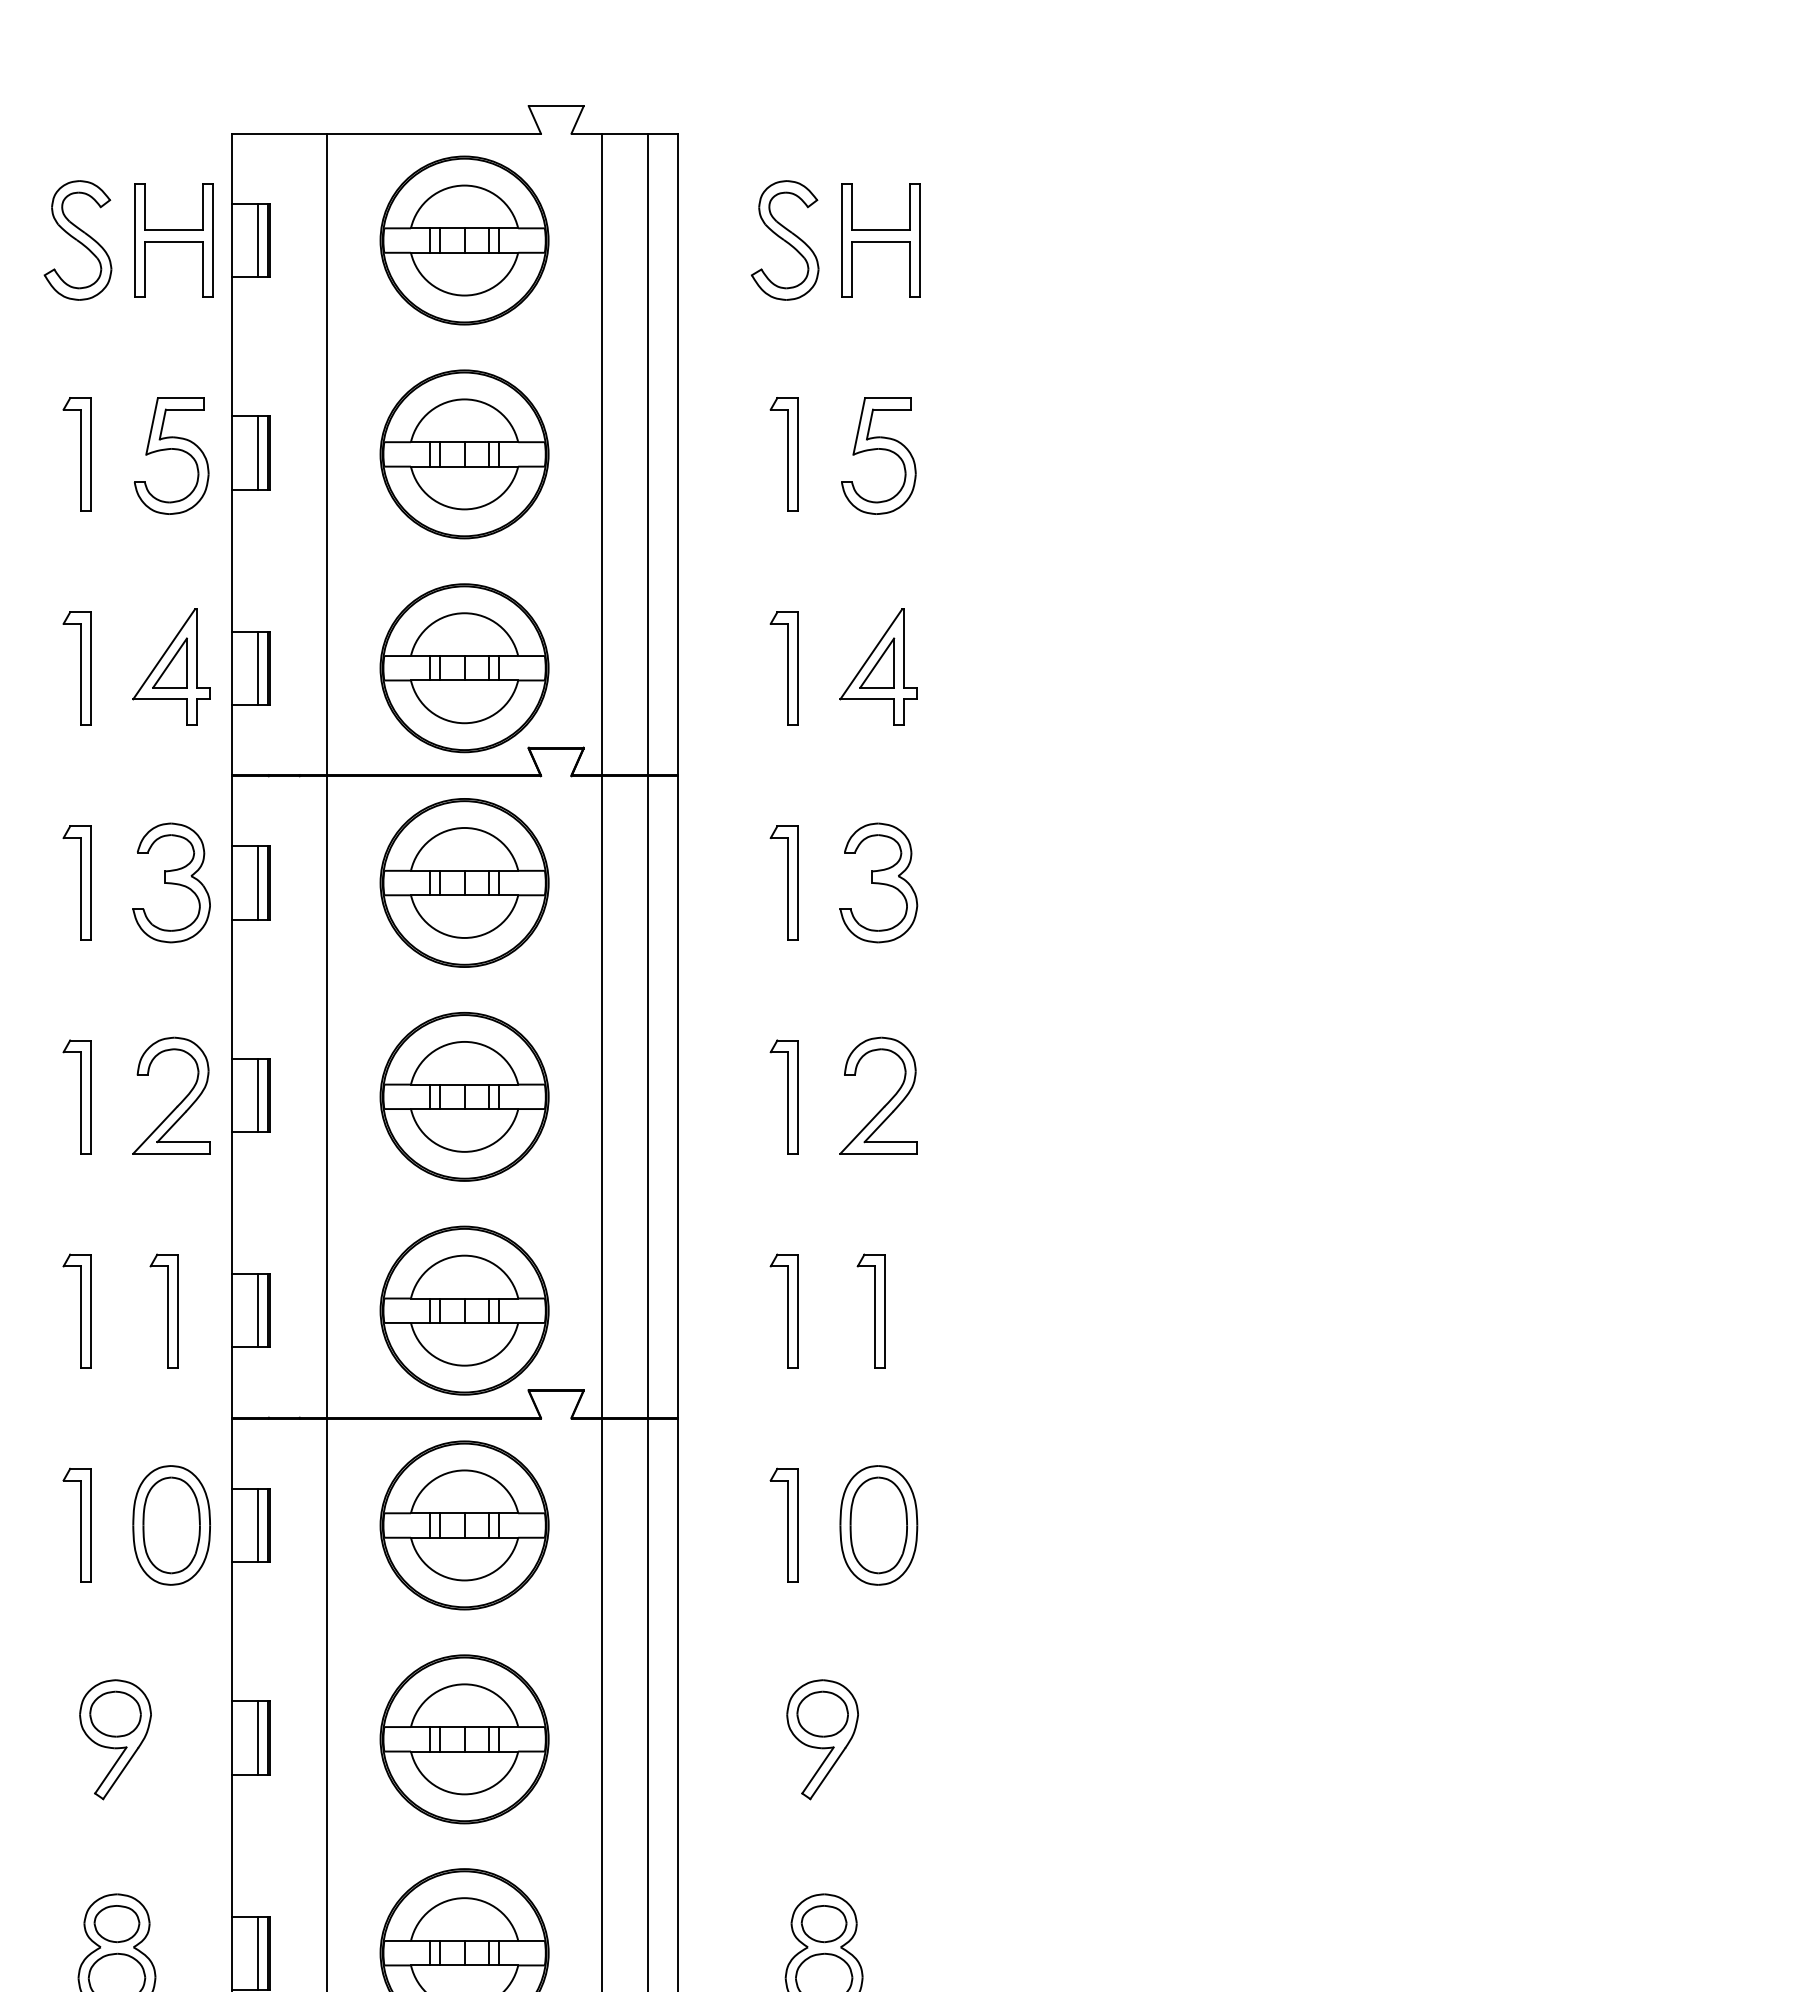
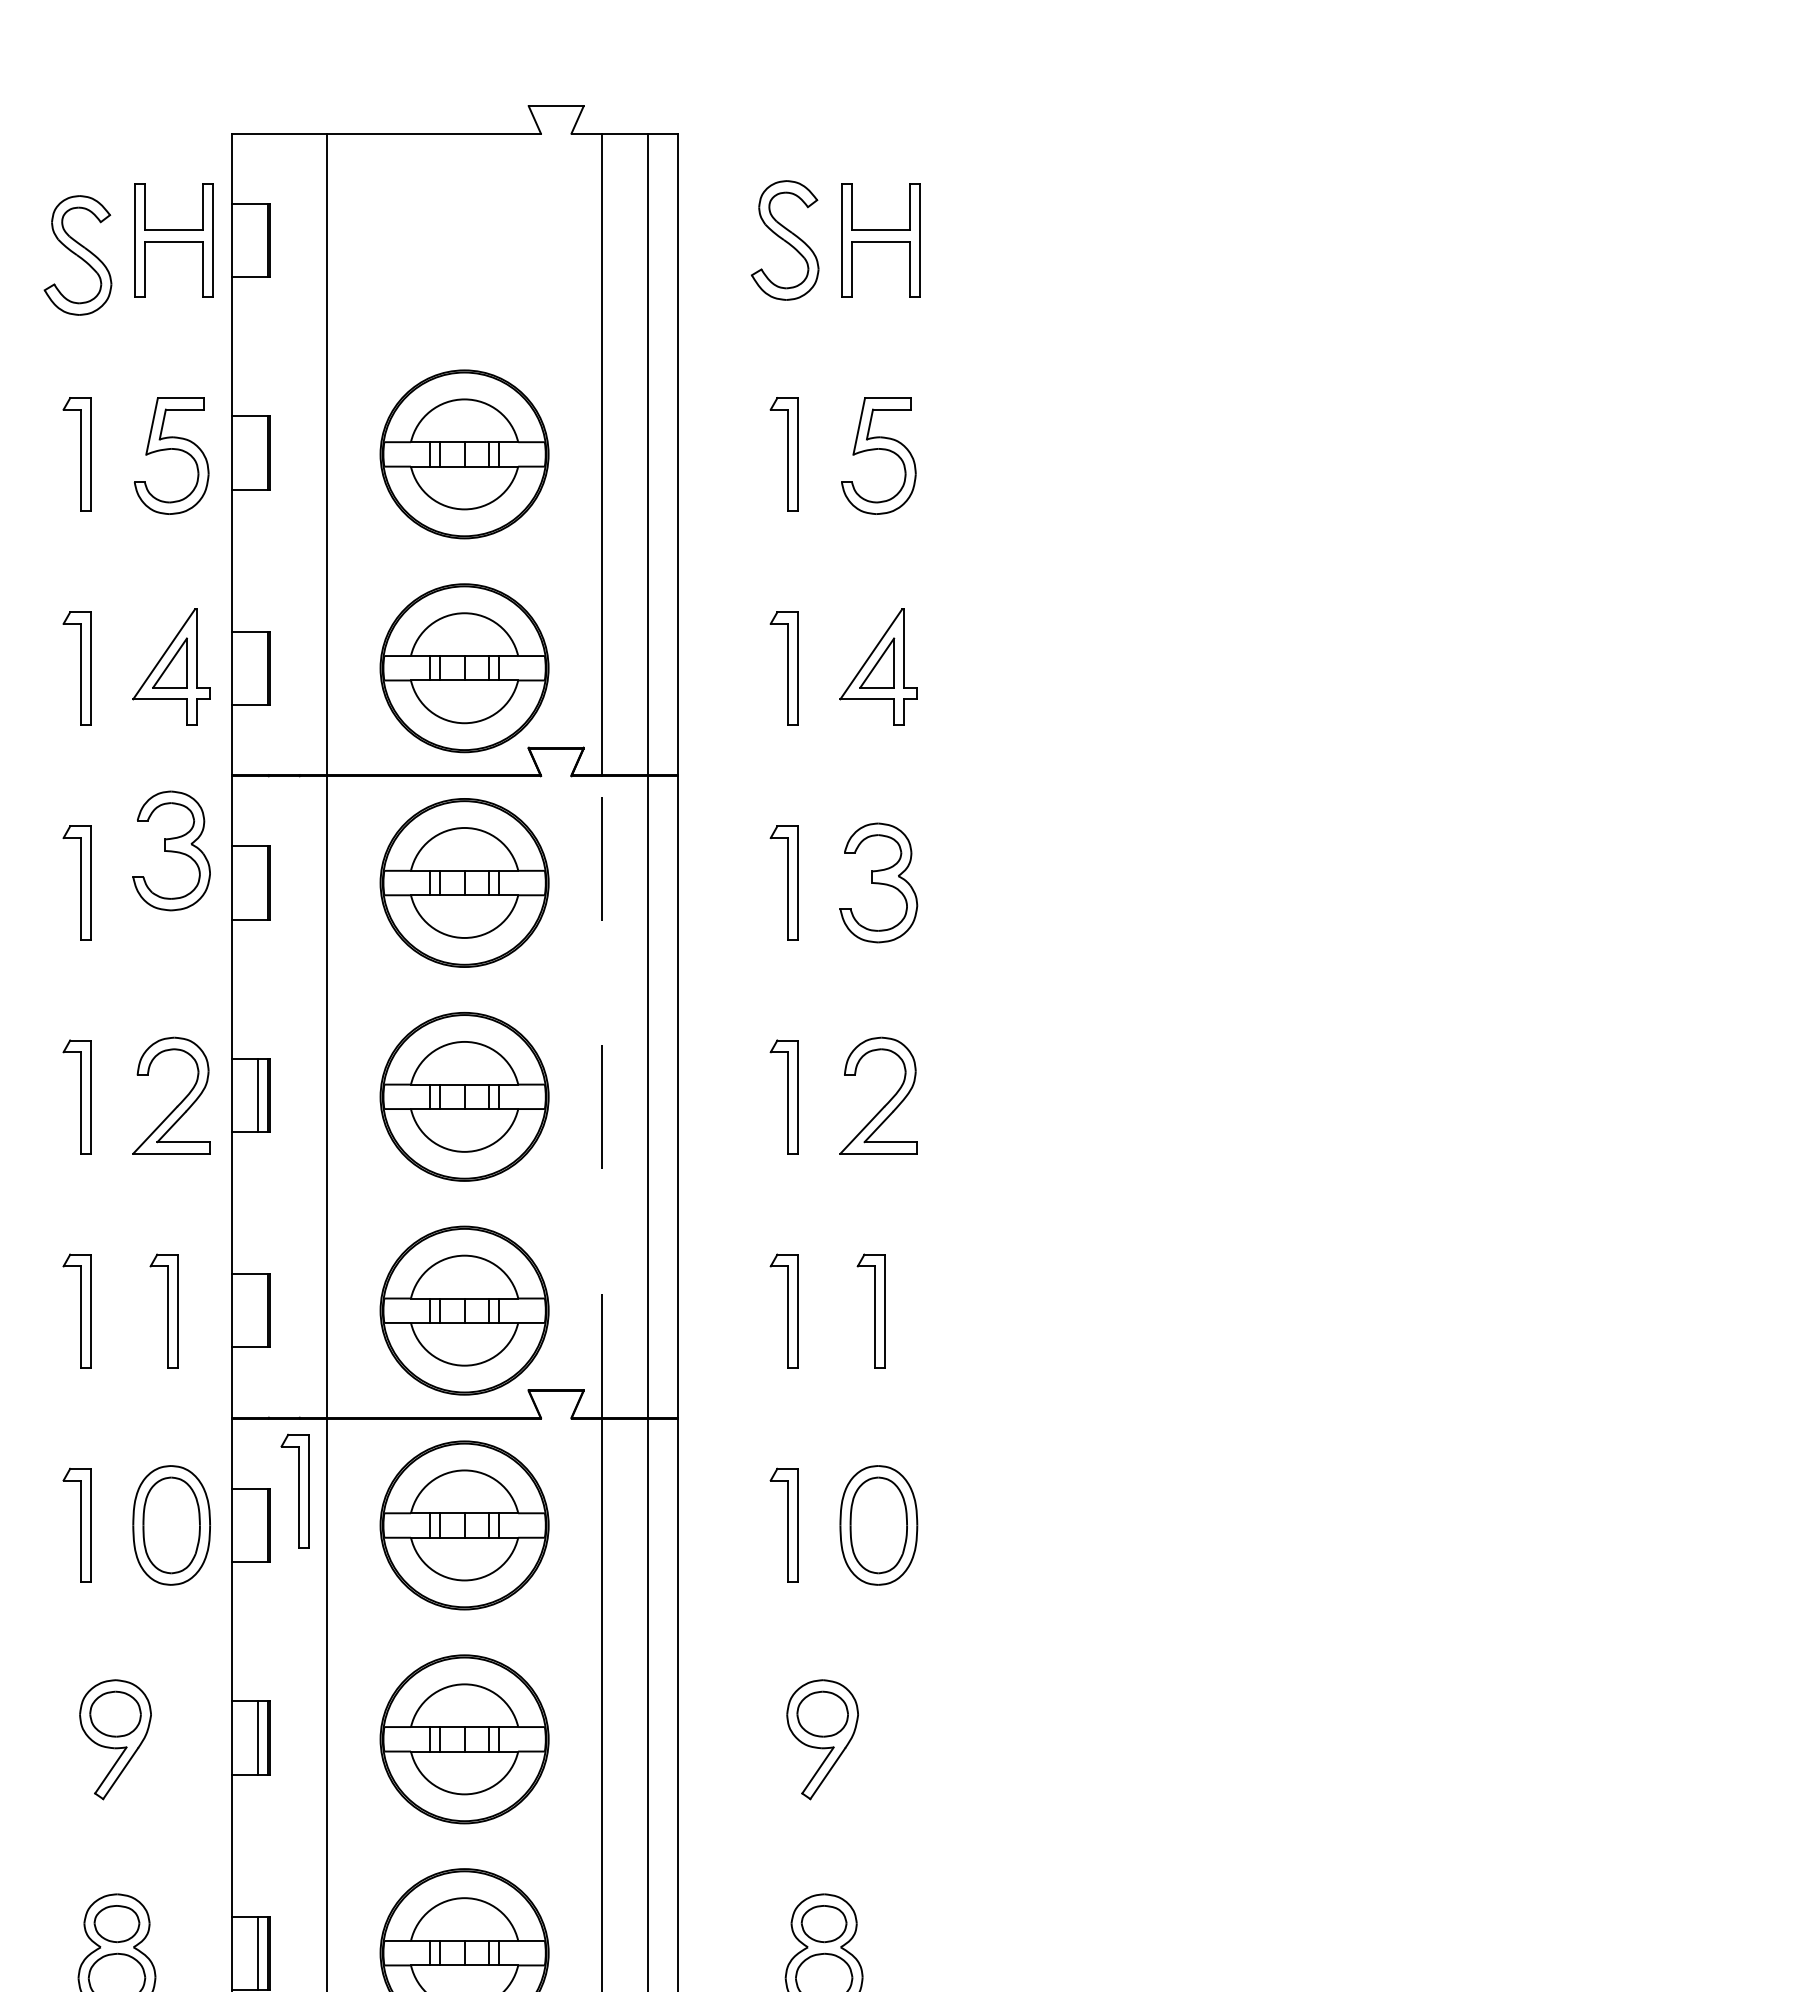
part at (77, 240) position: (77, 240) -> (77, 255)
line at (258, 240): present -> none
part at (464, 240): present -> none
line at (258, 452): present -> none
line at (258, 667): present -> none
part at (171, 882) position: (171, 882) -> (171, 850)
line at (258, 882): present -> none
line at (602, 1096): solid -> dashed
line at (258, 1310): present -> none
part at (294, 1490): none -> present
line at (258, 1525): present -> none
